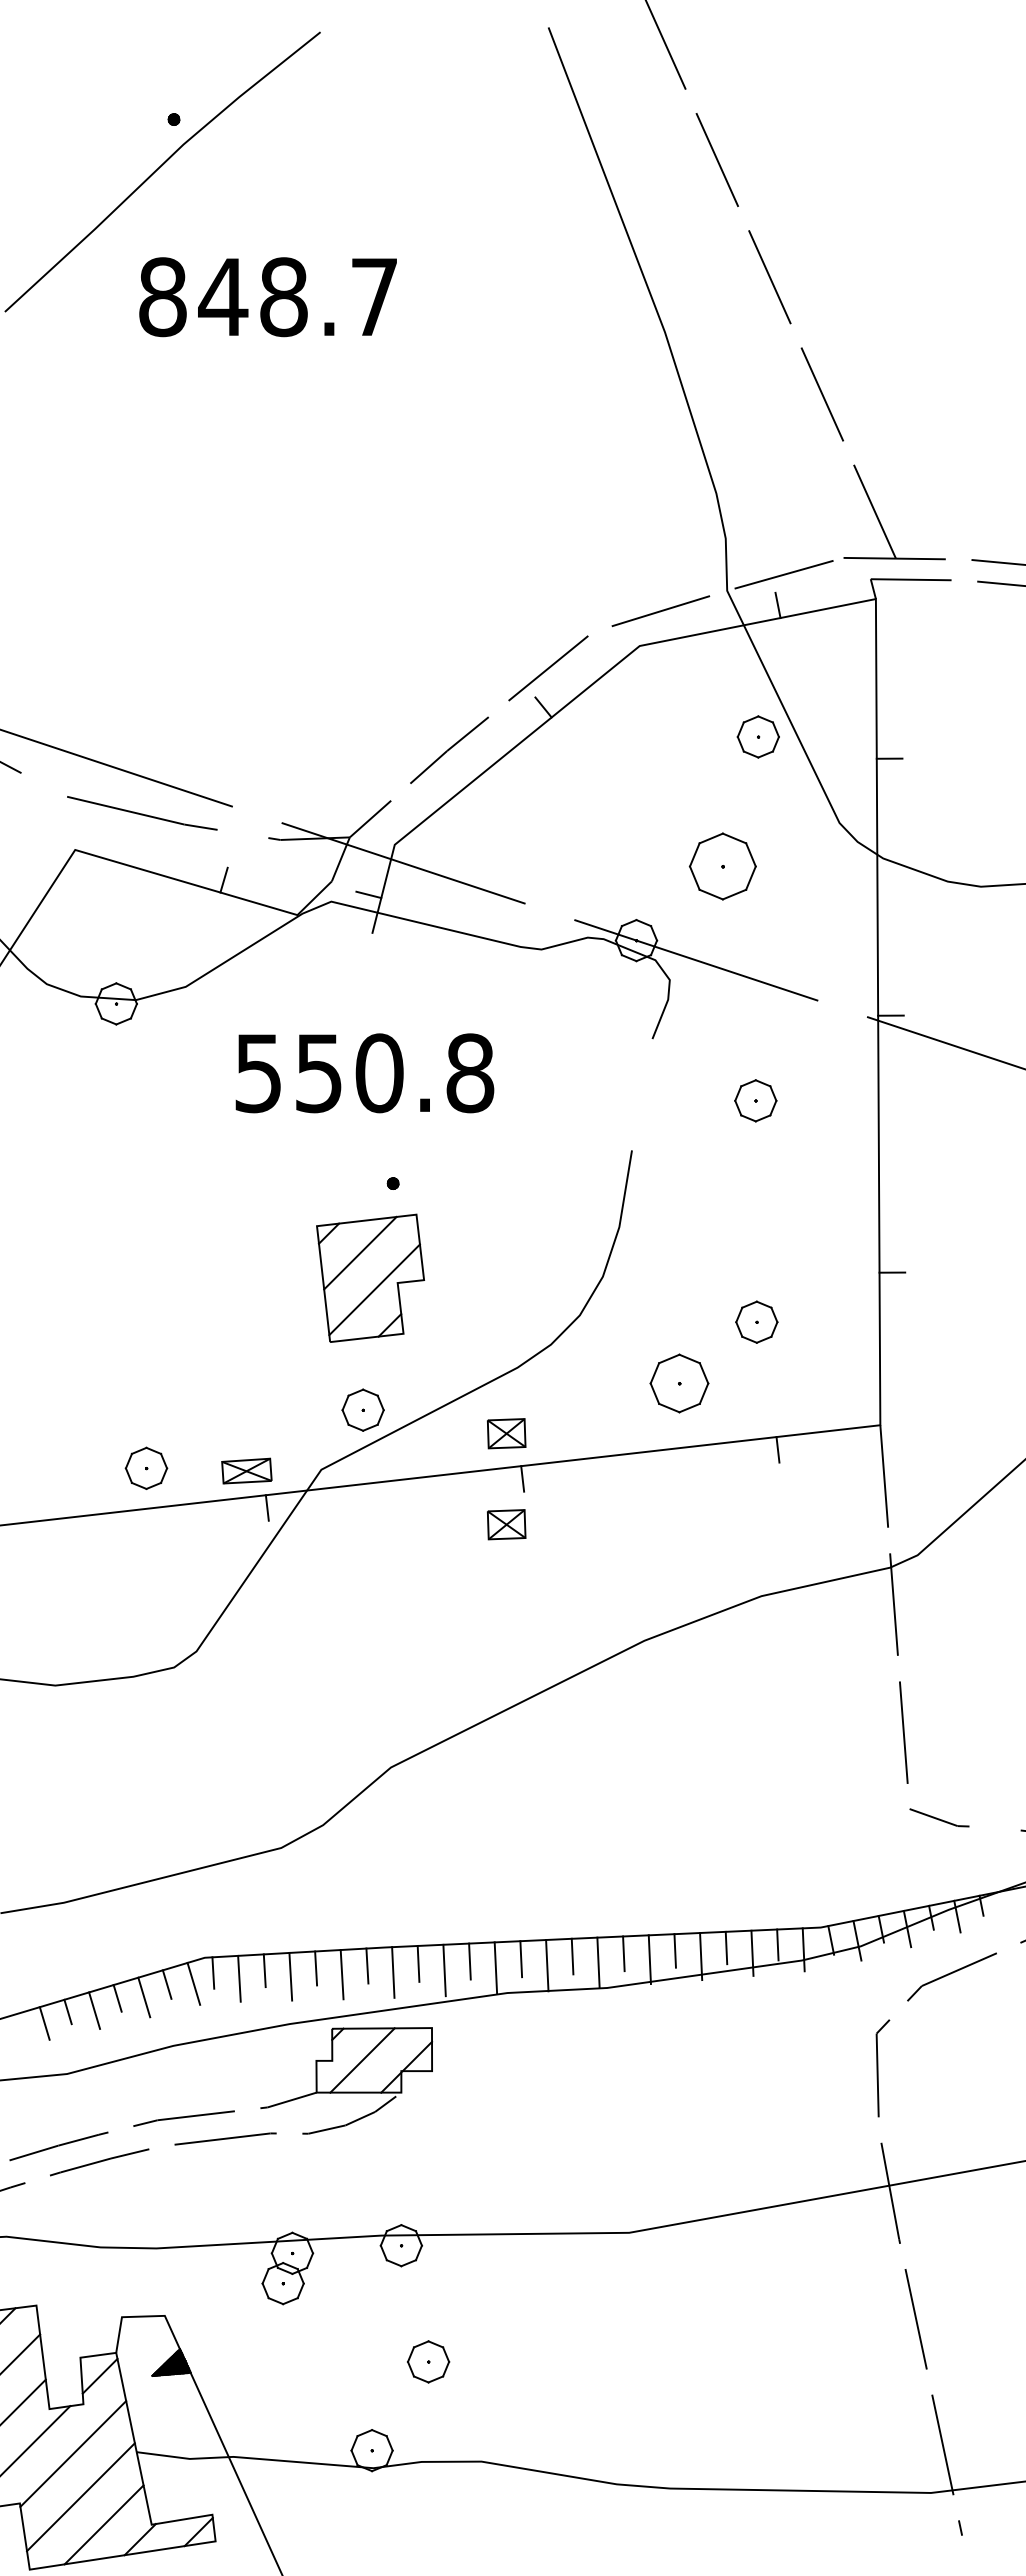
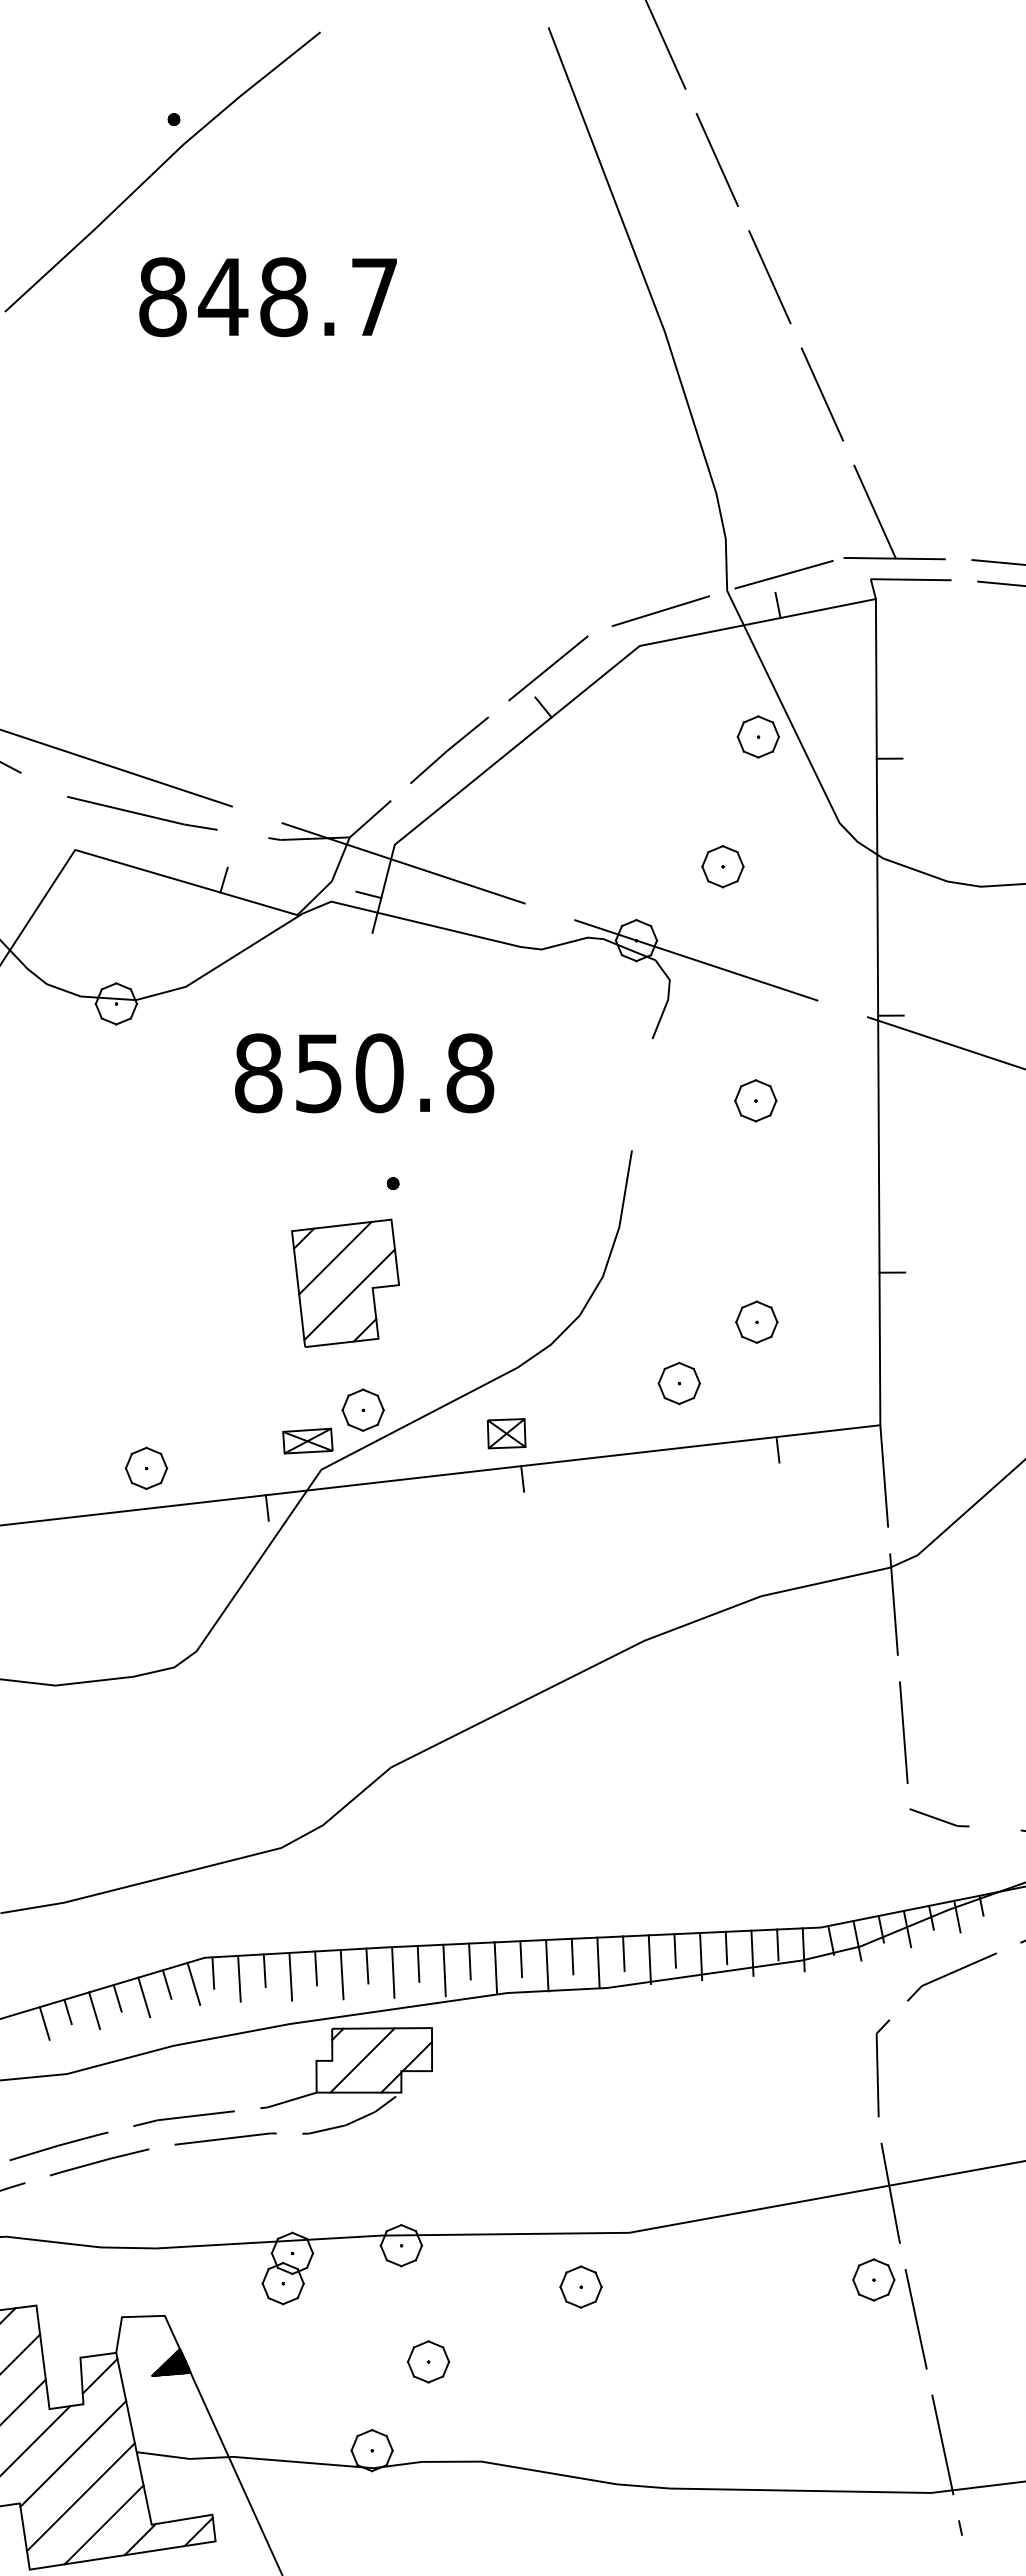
part at (722, 866) size: 69x69 px -> 44x44 px
text at (258, 1073): 550.8 -> 850.8
part at (370, 1277) position: (370, 1277) -> (345, 1282)
part at (679, 1383) size: 61x61 px -> 44x45 px
part at (246, 1470) position: (246, 1470) -> (307, 1440)
part at (506, 1524): present -> none
part at (873, 2279): none -> present
part at (580, 2286): none -> present
